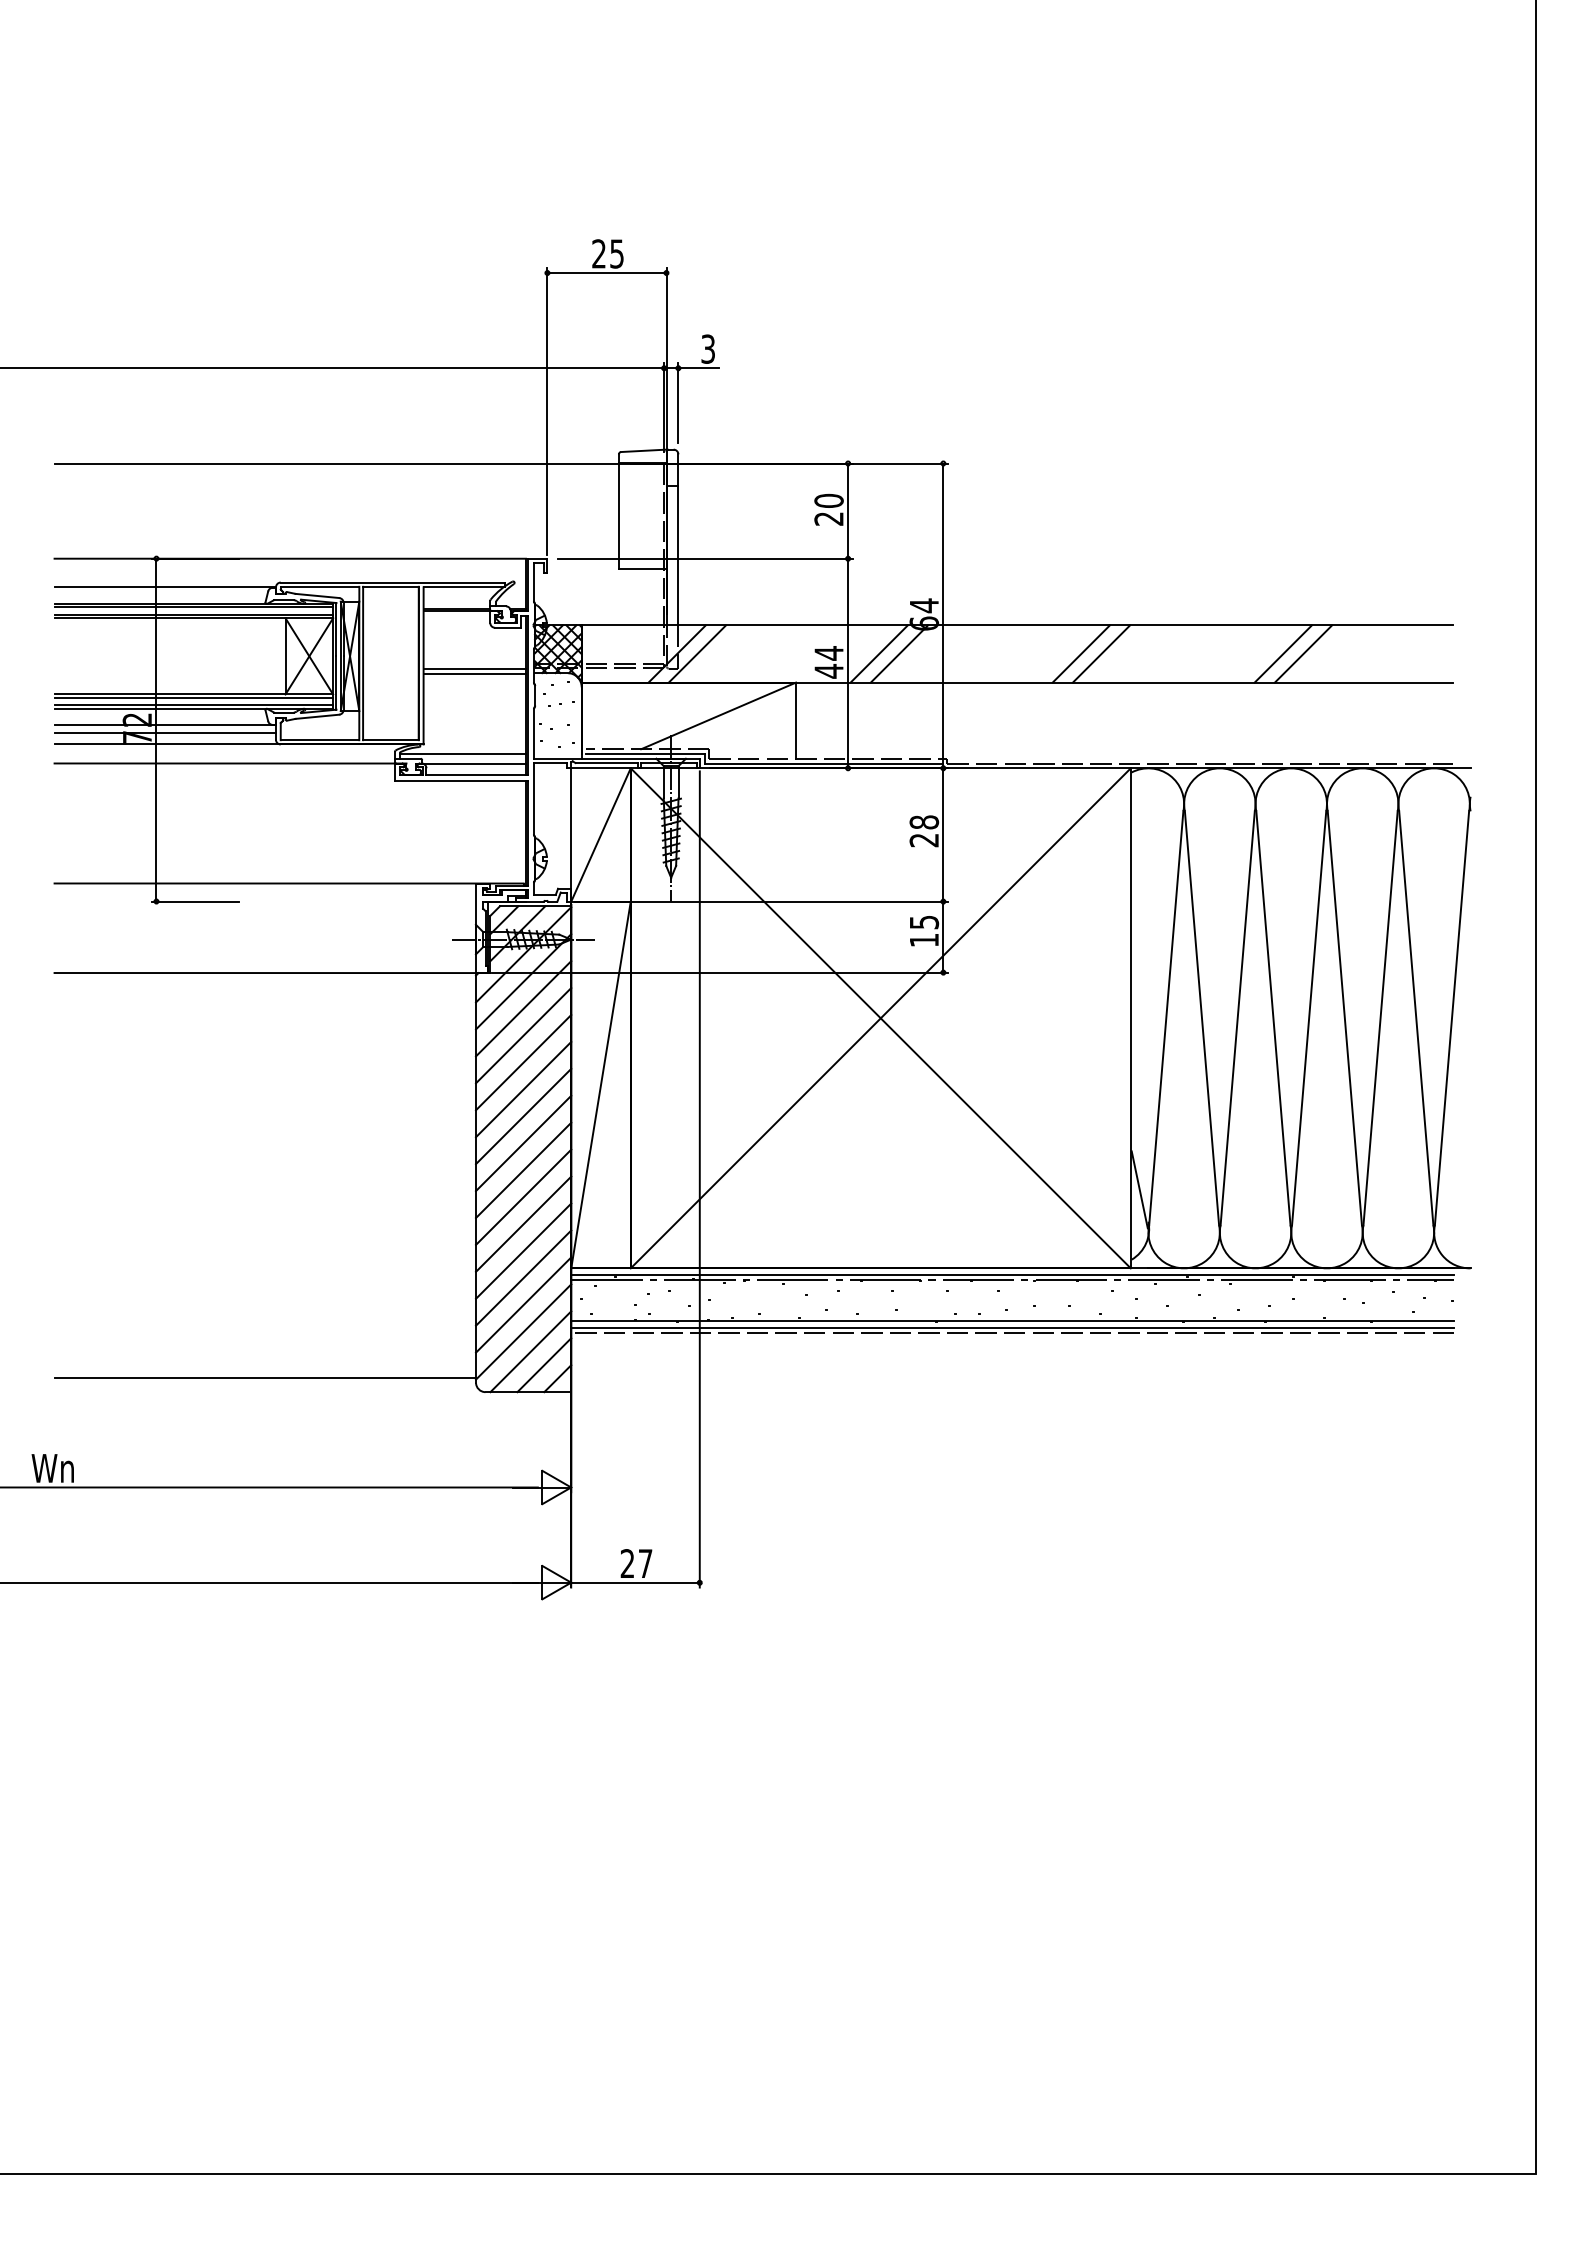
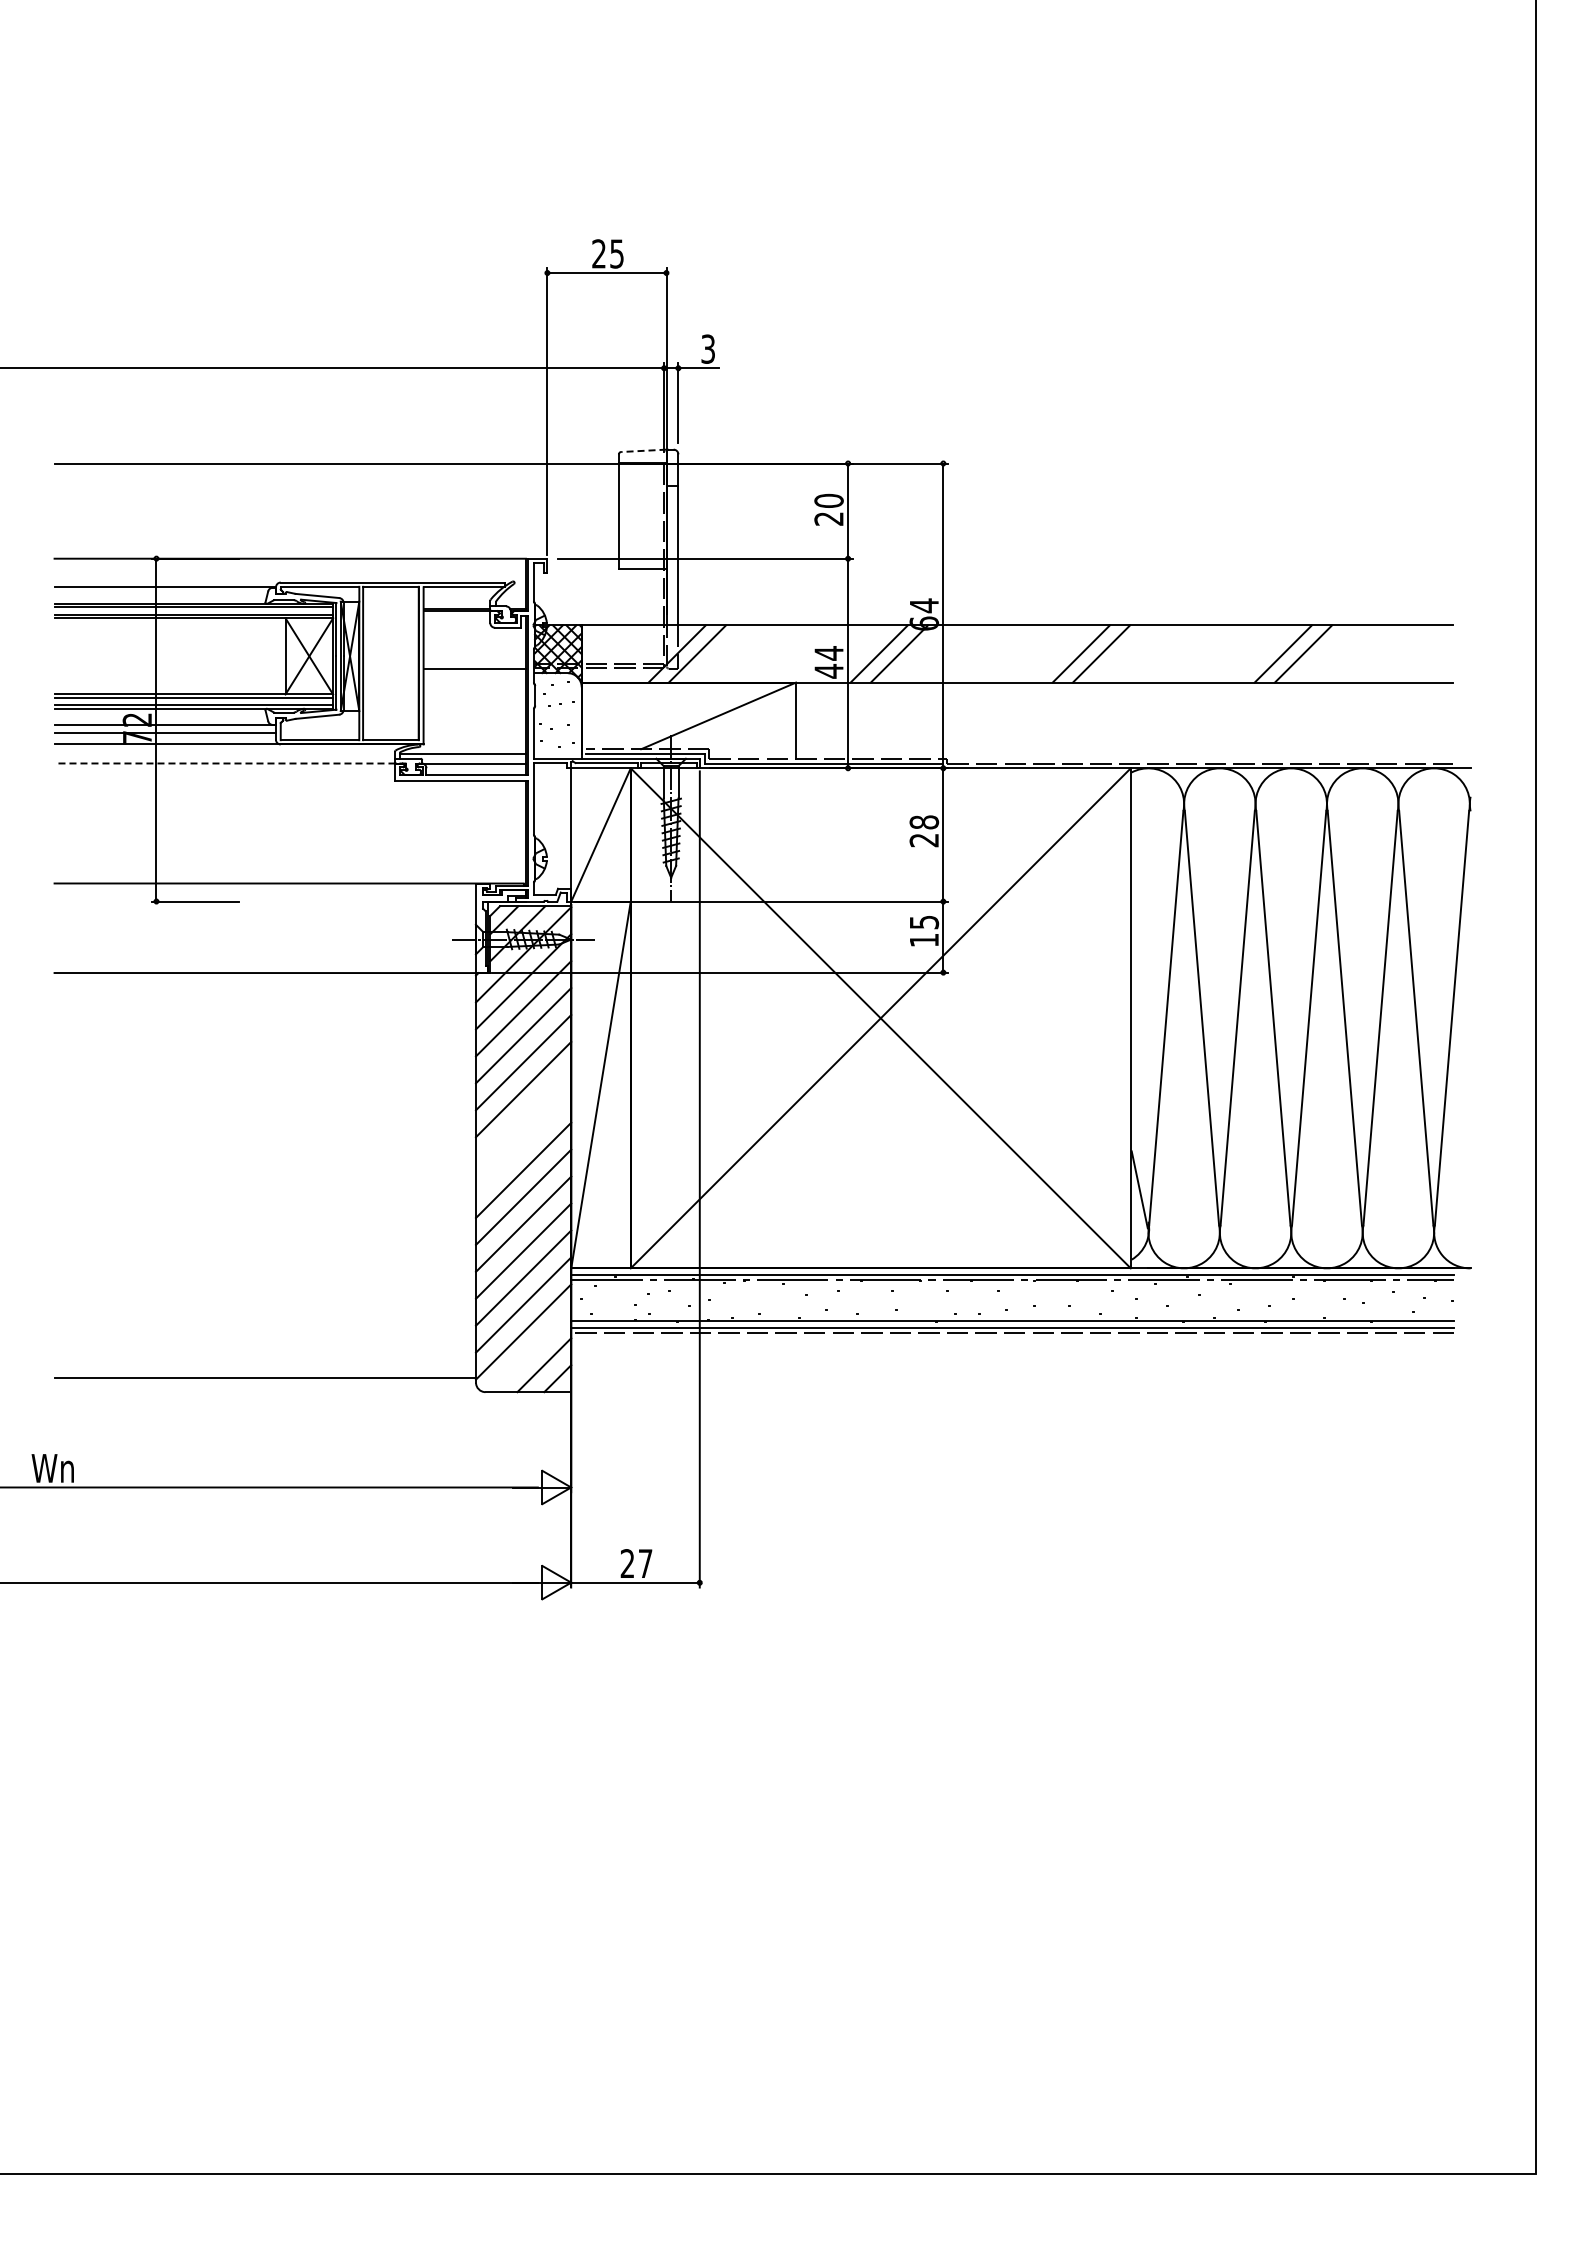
line at (643, 450): solid -> dashed
line at (474, 673): present -> none
line at (230, 763): solid -> dashed
line at (523, 1116): present -> none
line at (523, 1143): present -> none
line at (530, 1351): present -> none
